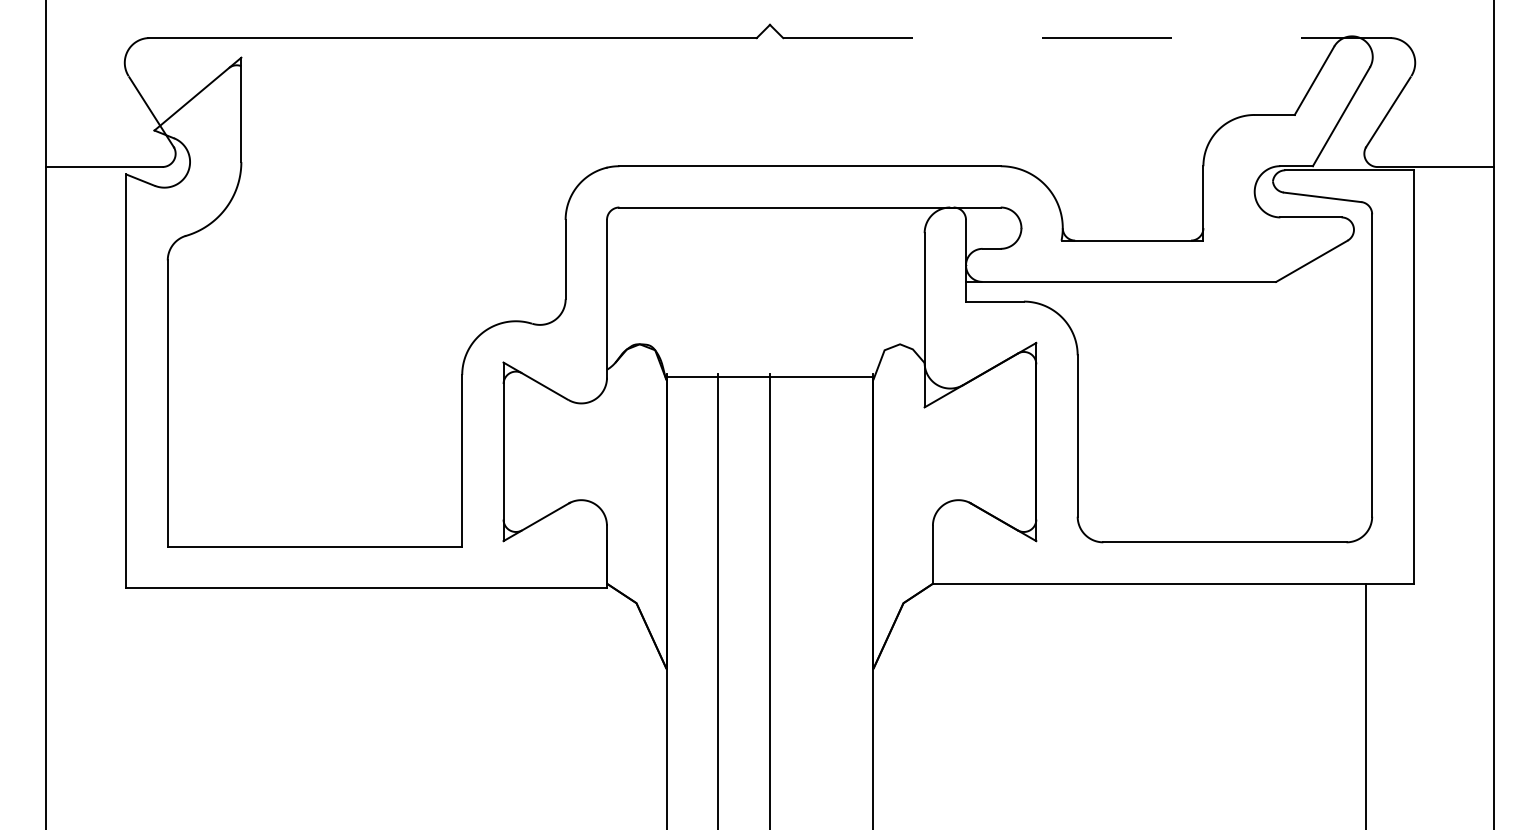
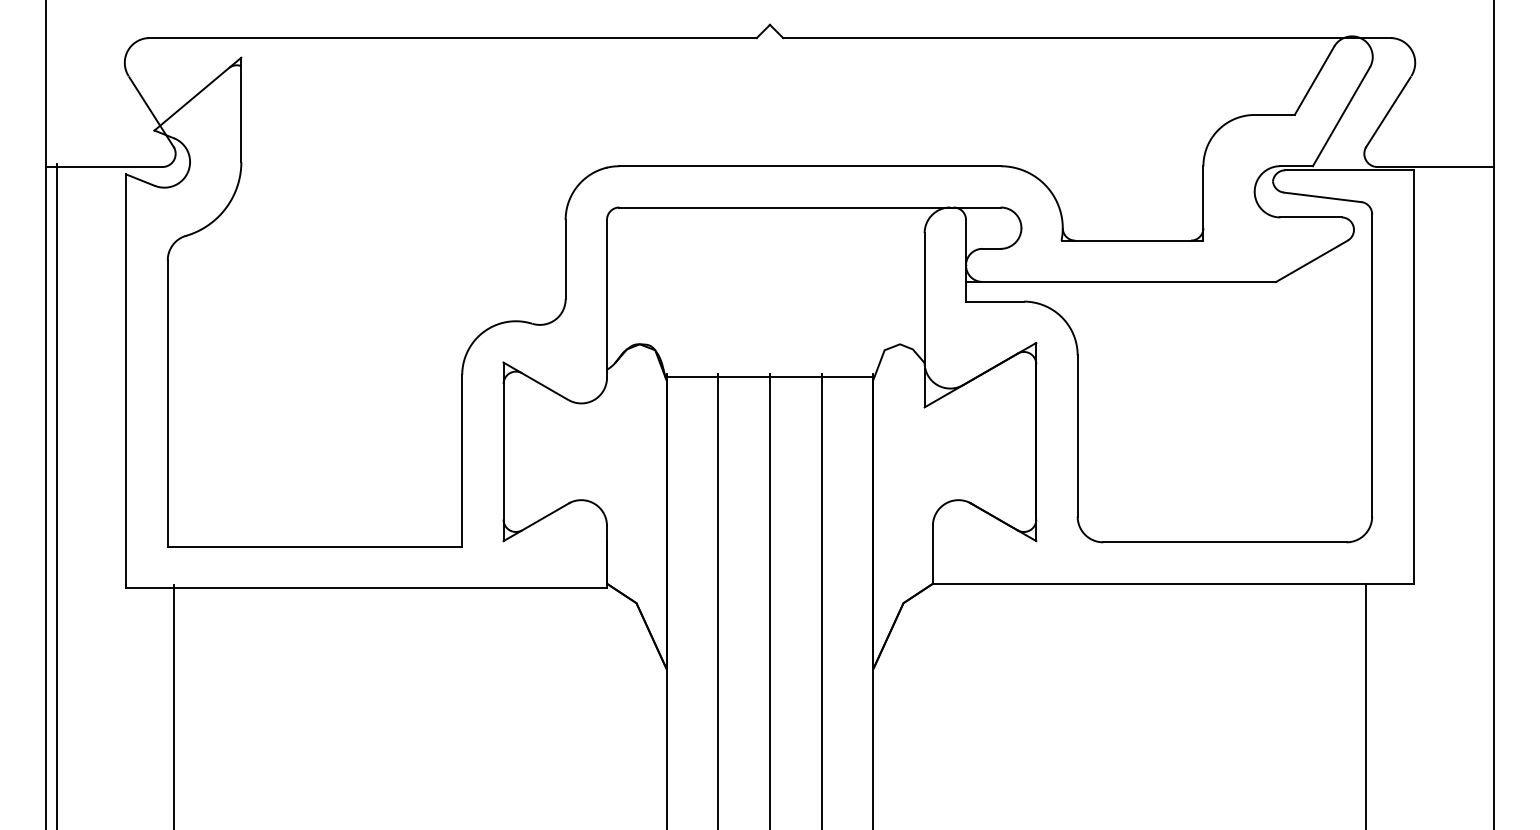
line at (1088, 38): dashed -> solid
line at (56, 495): none -> present
line at (821, 599): none -> present
line at (174, 705): none -> present
